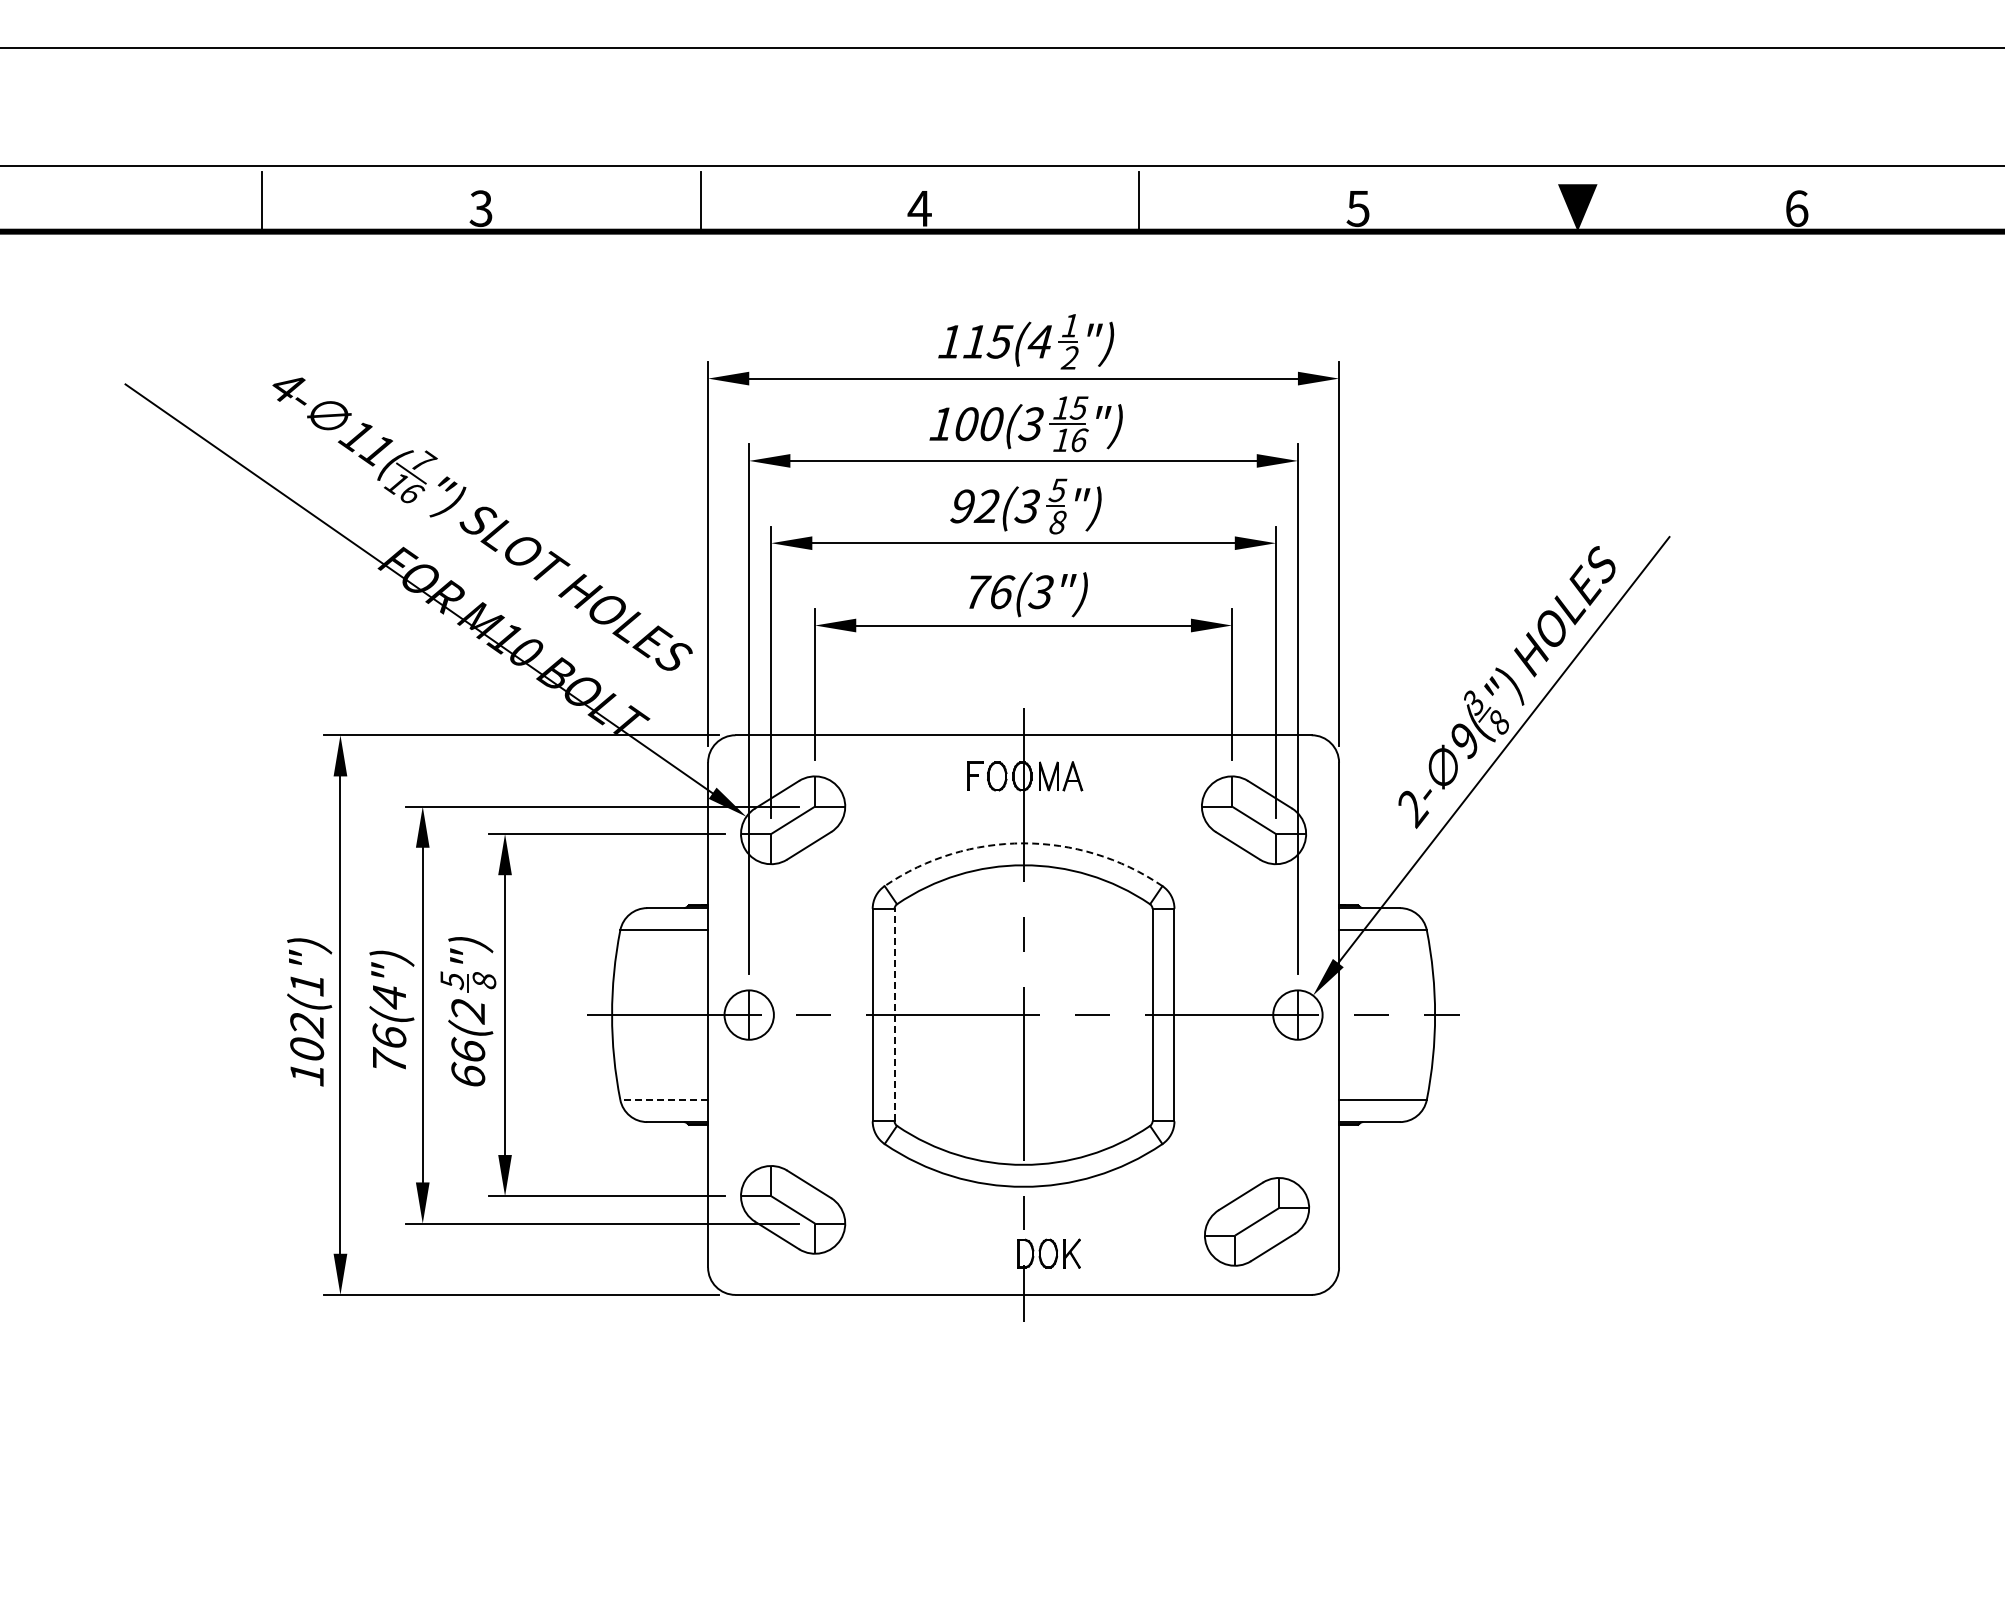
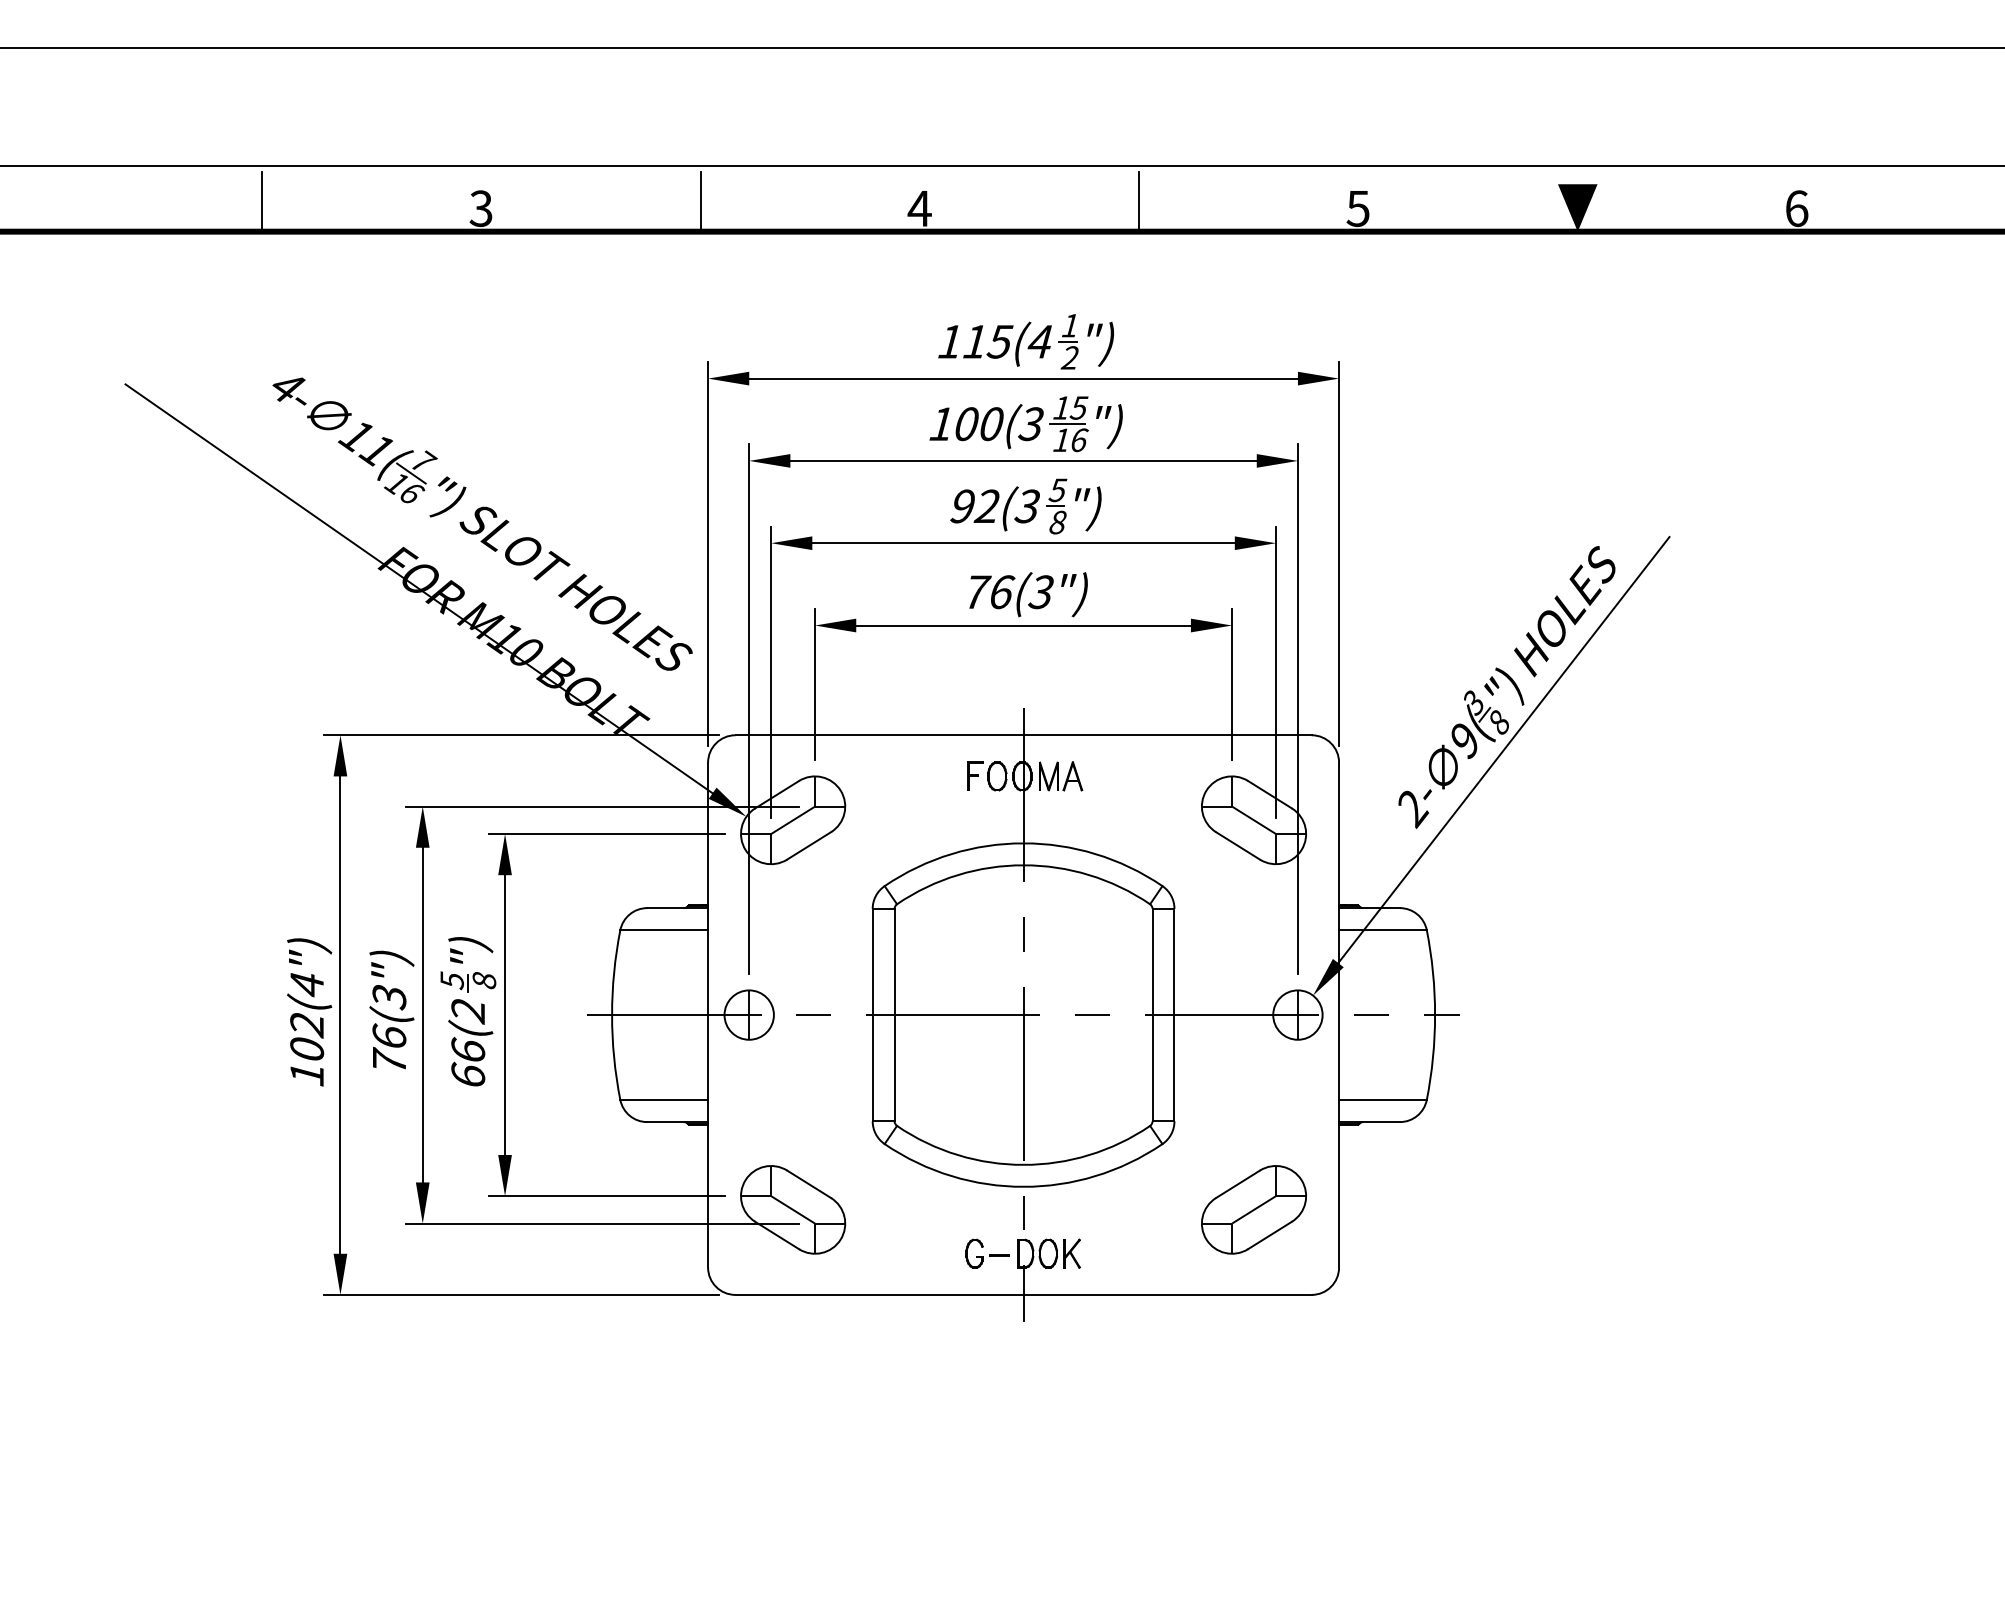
arc at (1023, 843): dashed -> solid
text at (306, 985): 102(1") -> 102(4")
text at (389, 997): 76(4") -> 76(3")
line at (894, 1014): dashed -> solid
line at (664, 1099): dashed -> solid
part at (1256, 1221) position: (1256, 1221) -> (1253, 1209)
part at (987, 1253): none -> present
